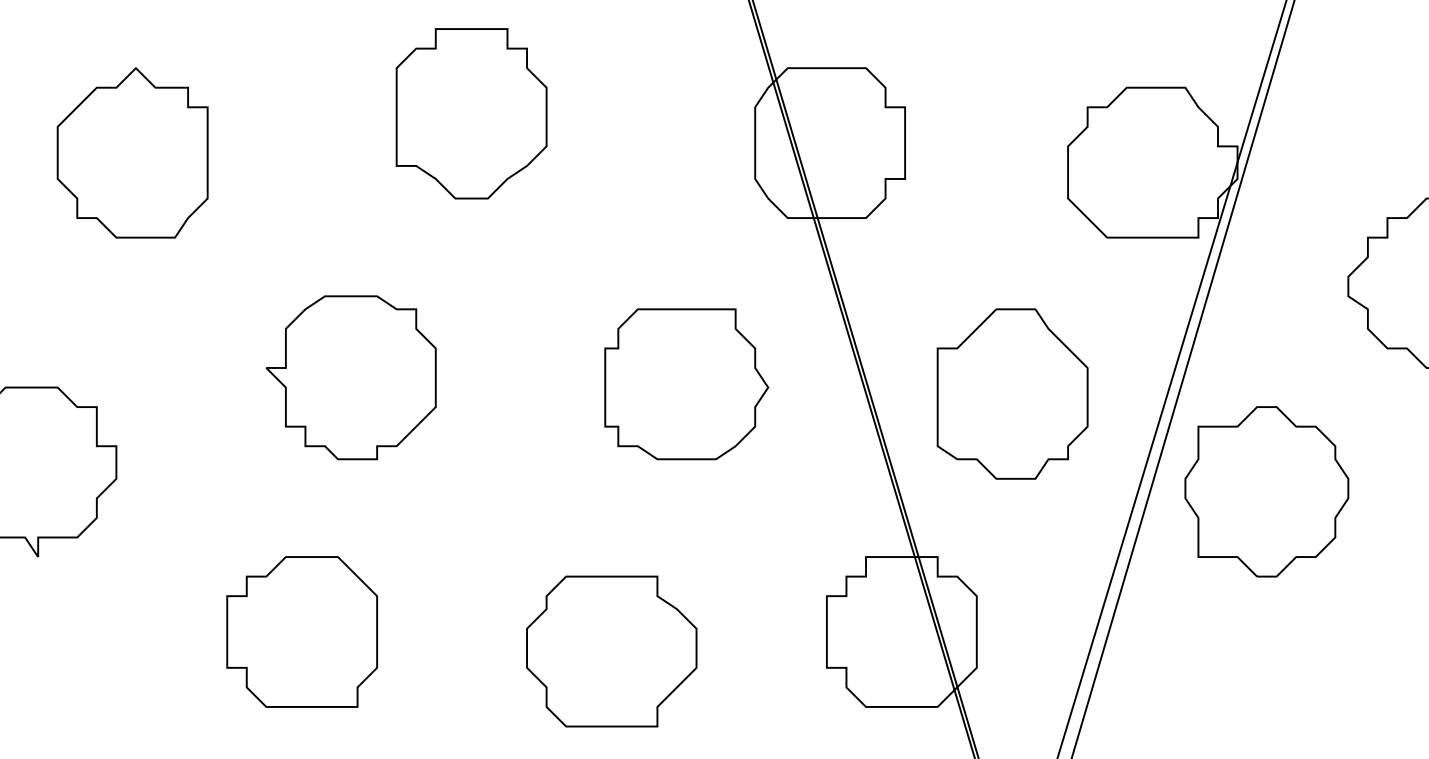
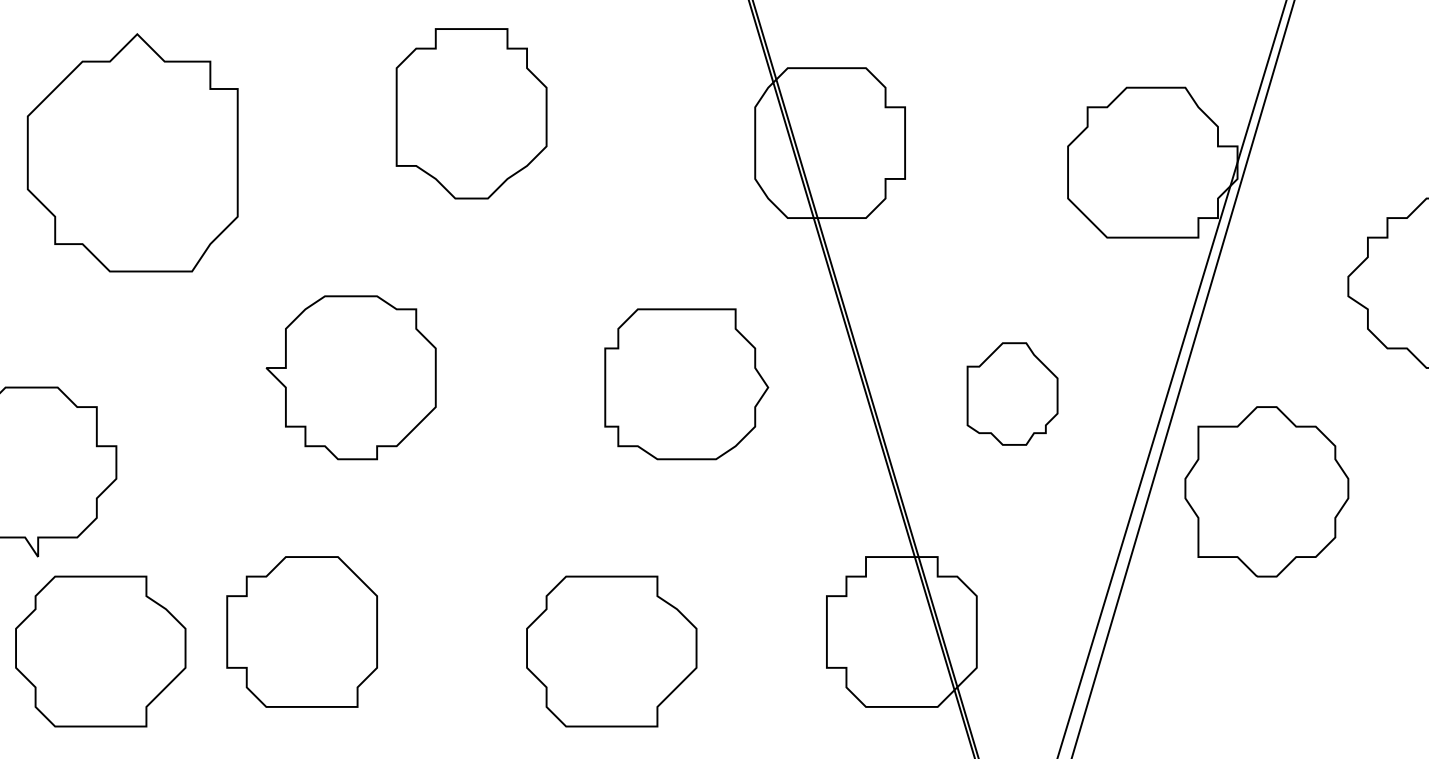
part at (132, 152) size: 153x172 px -> 213x240 px
part at (1012, 393) size: 153x172 px -> 93x104 px
part at (100, 651): none -> present
